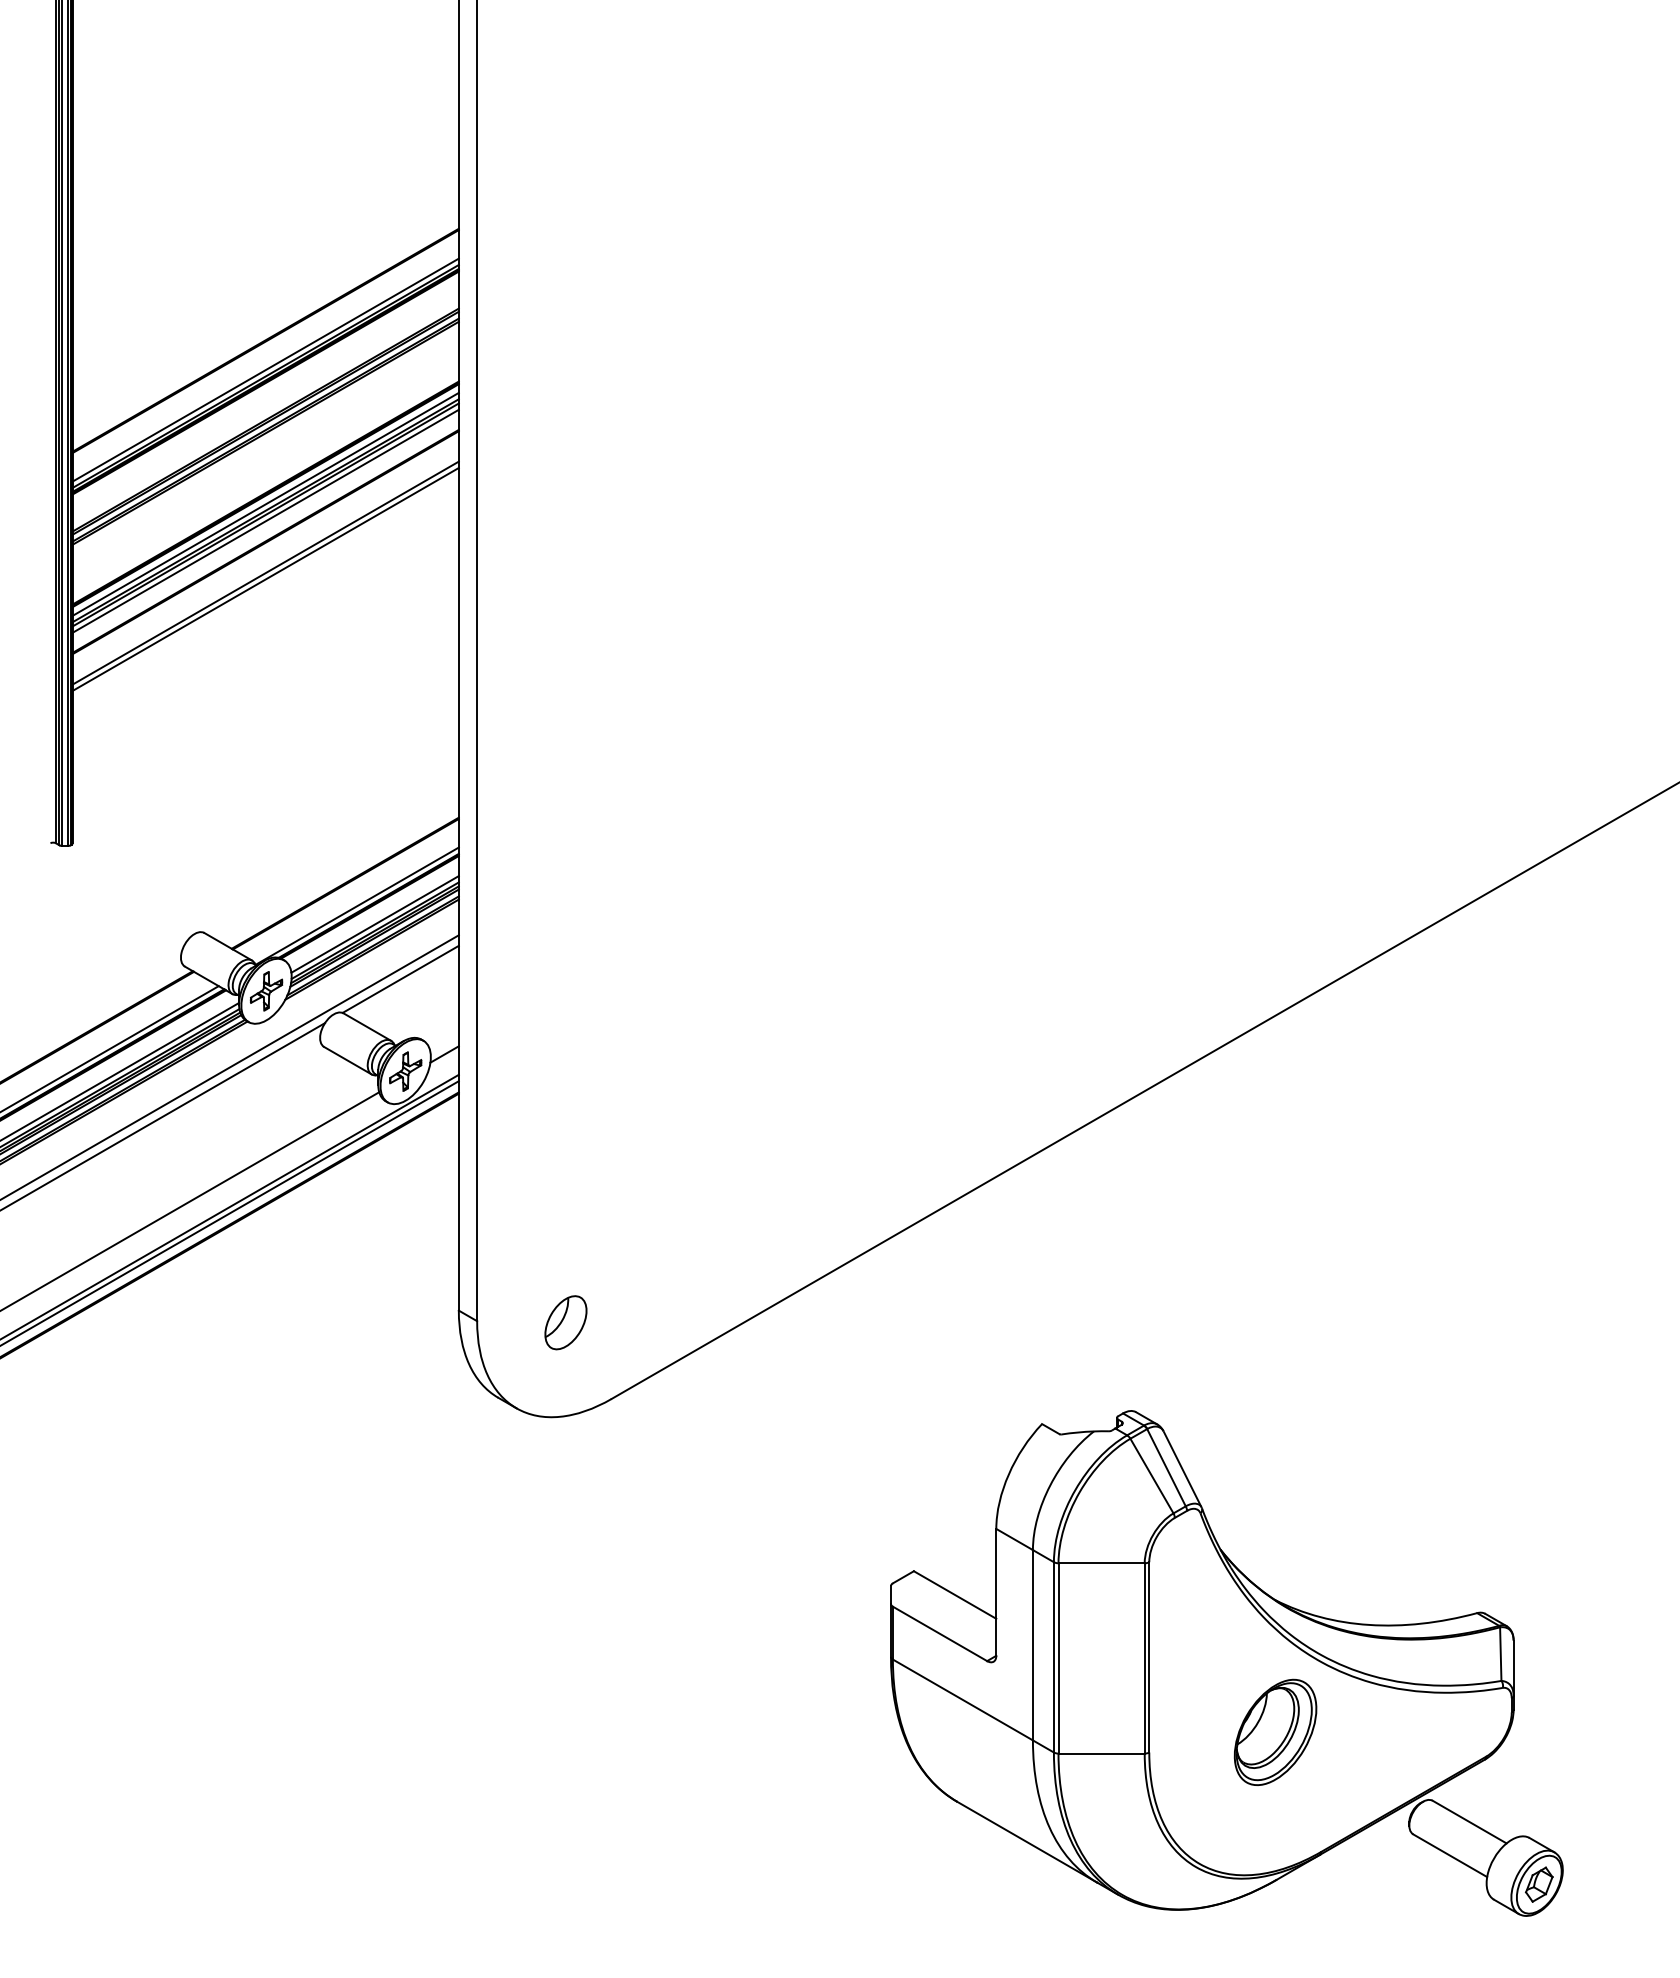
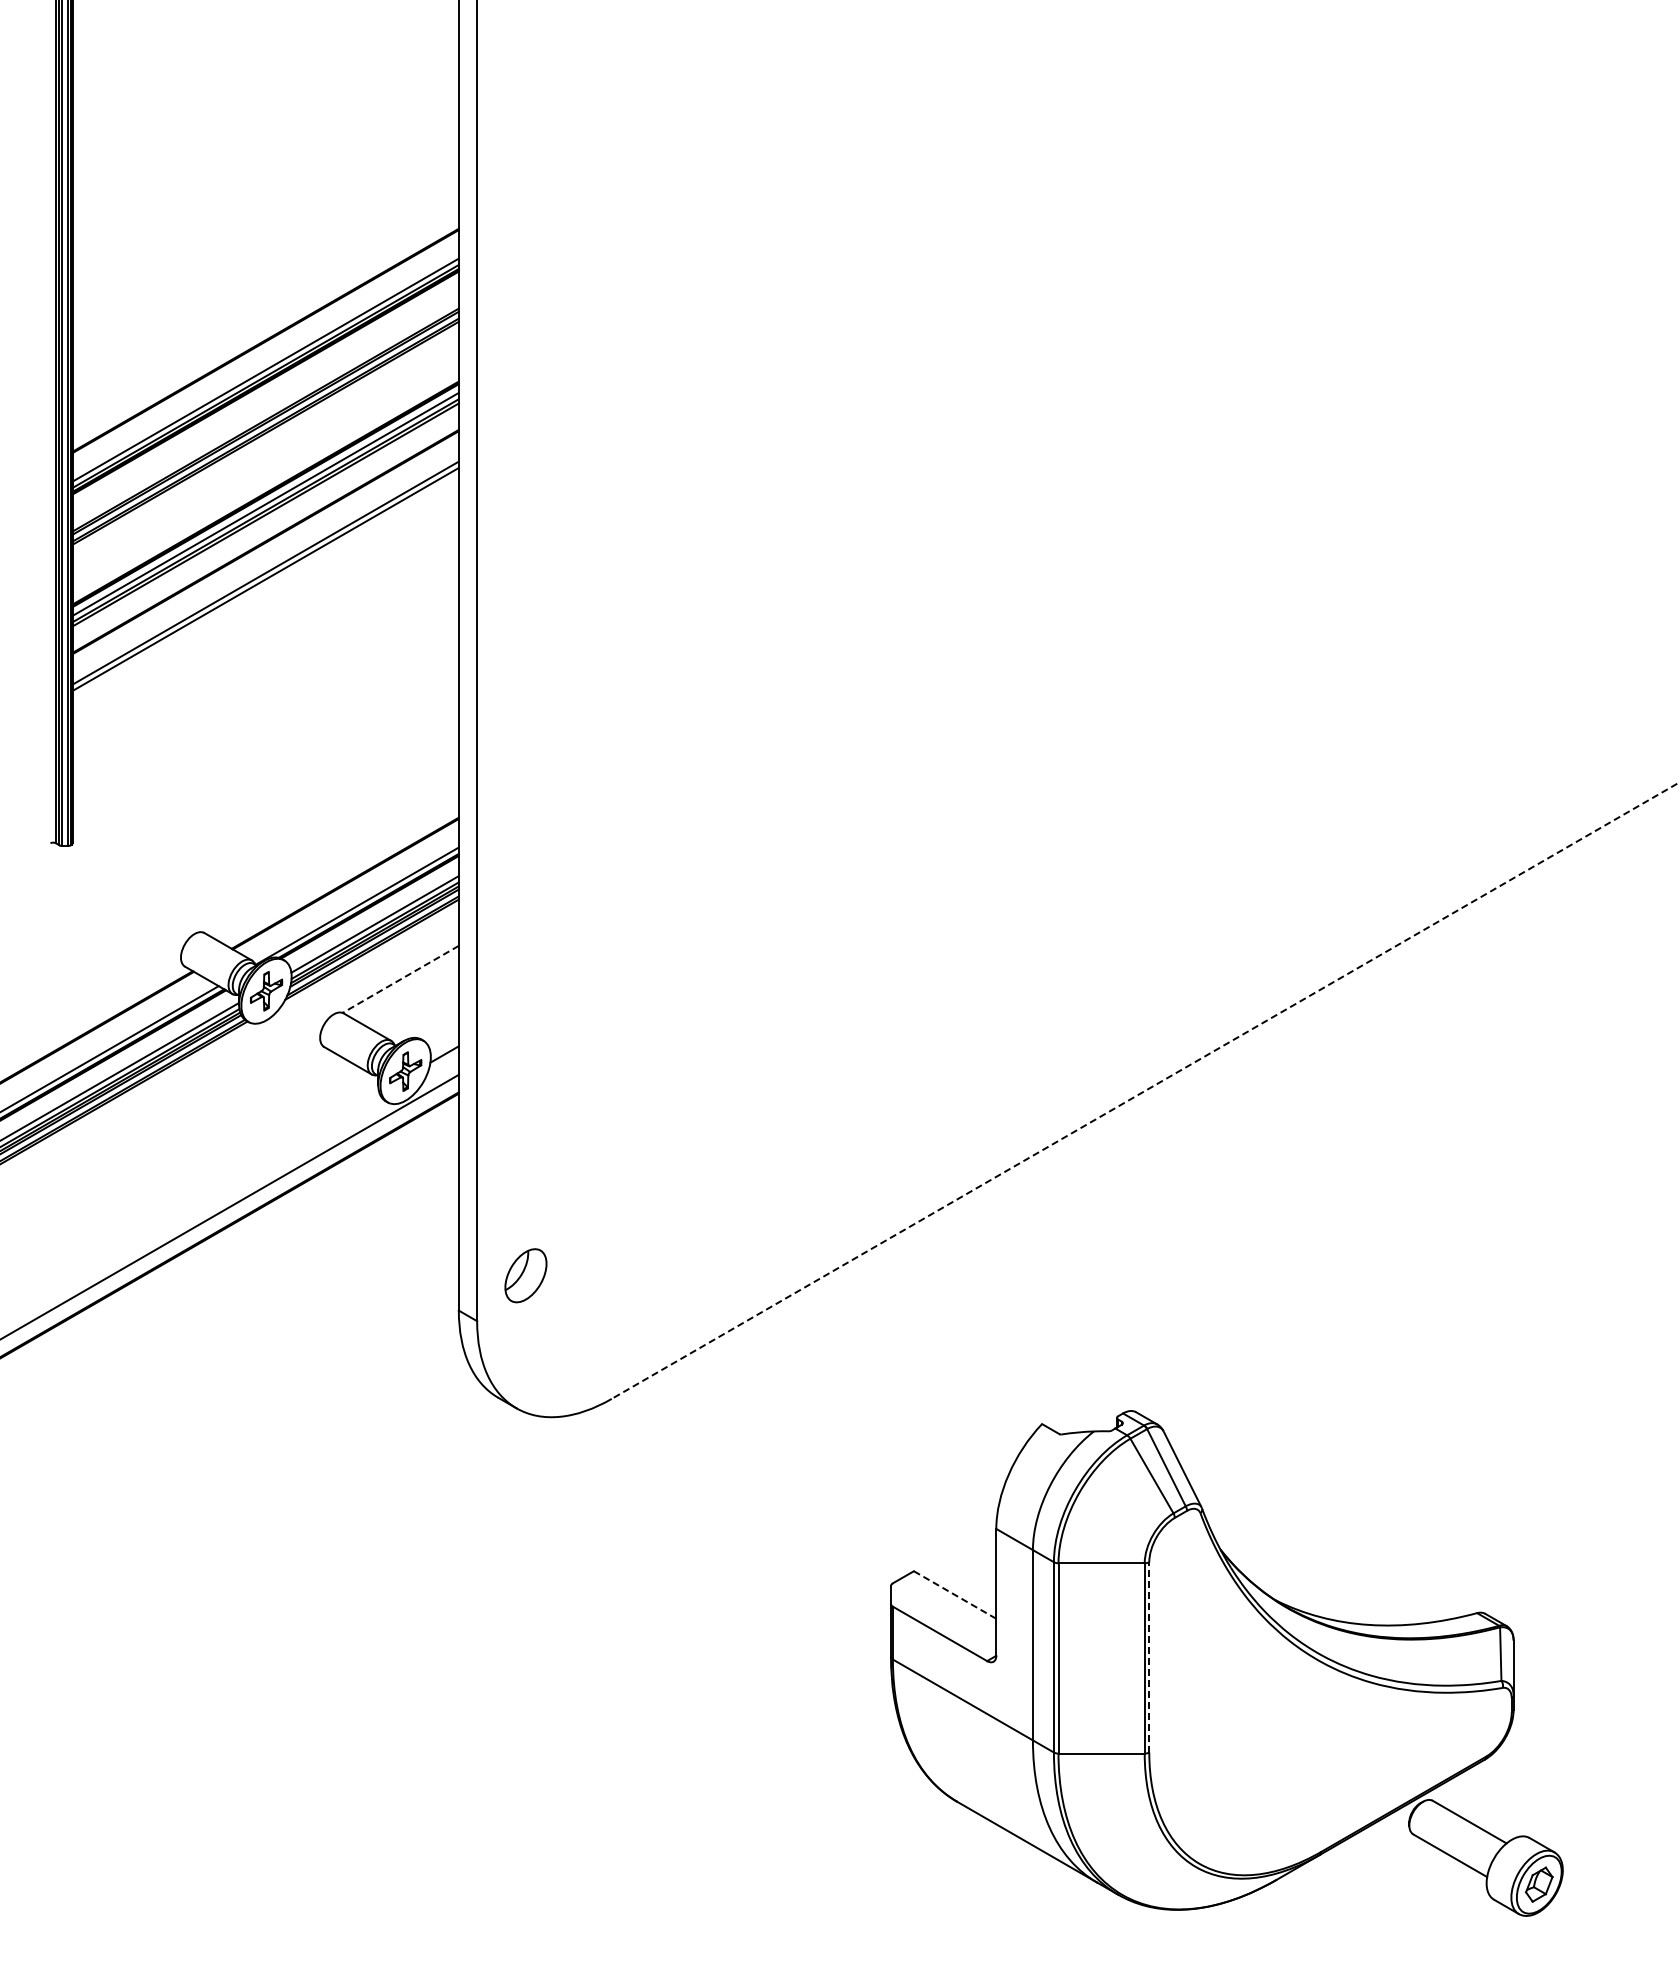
line at (265, 520): present -> none
line at (400, 979): solid -> dashed
line at (230, 1066): present -> none
line at (1145, 1090): solid -> dashed
line at (163, 1116): present -> none
line at (190, 1200): present -> none
line at (230, 1212): present -> none
part at (565, 1322) position: (565, 1322) -> (525, 1275)
line at (955, 1595): solid -> dashed
line at (1149, 1656): solid -> dashed
part at (1275, 1731): present -> none
